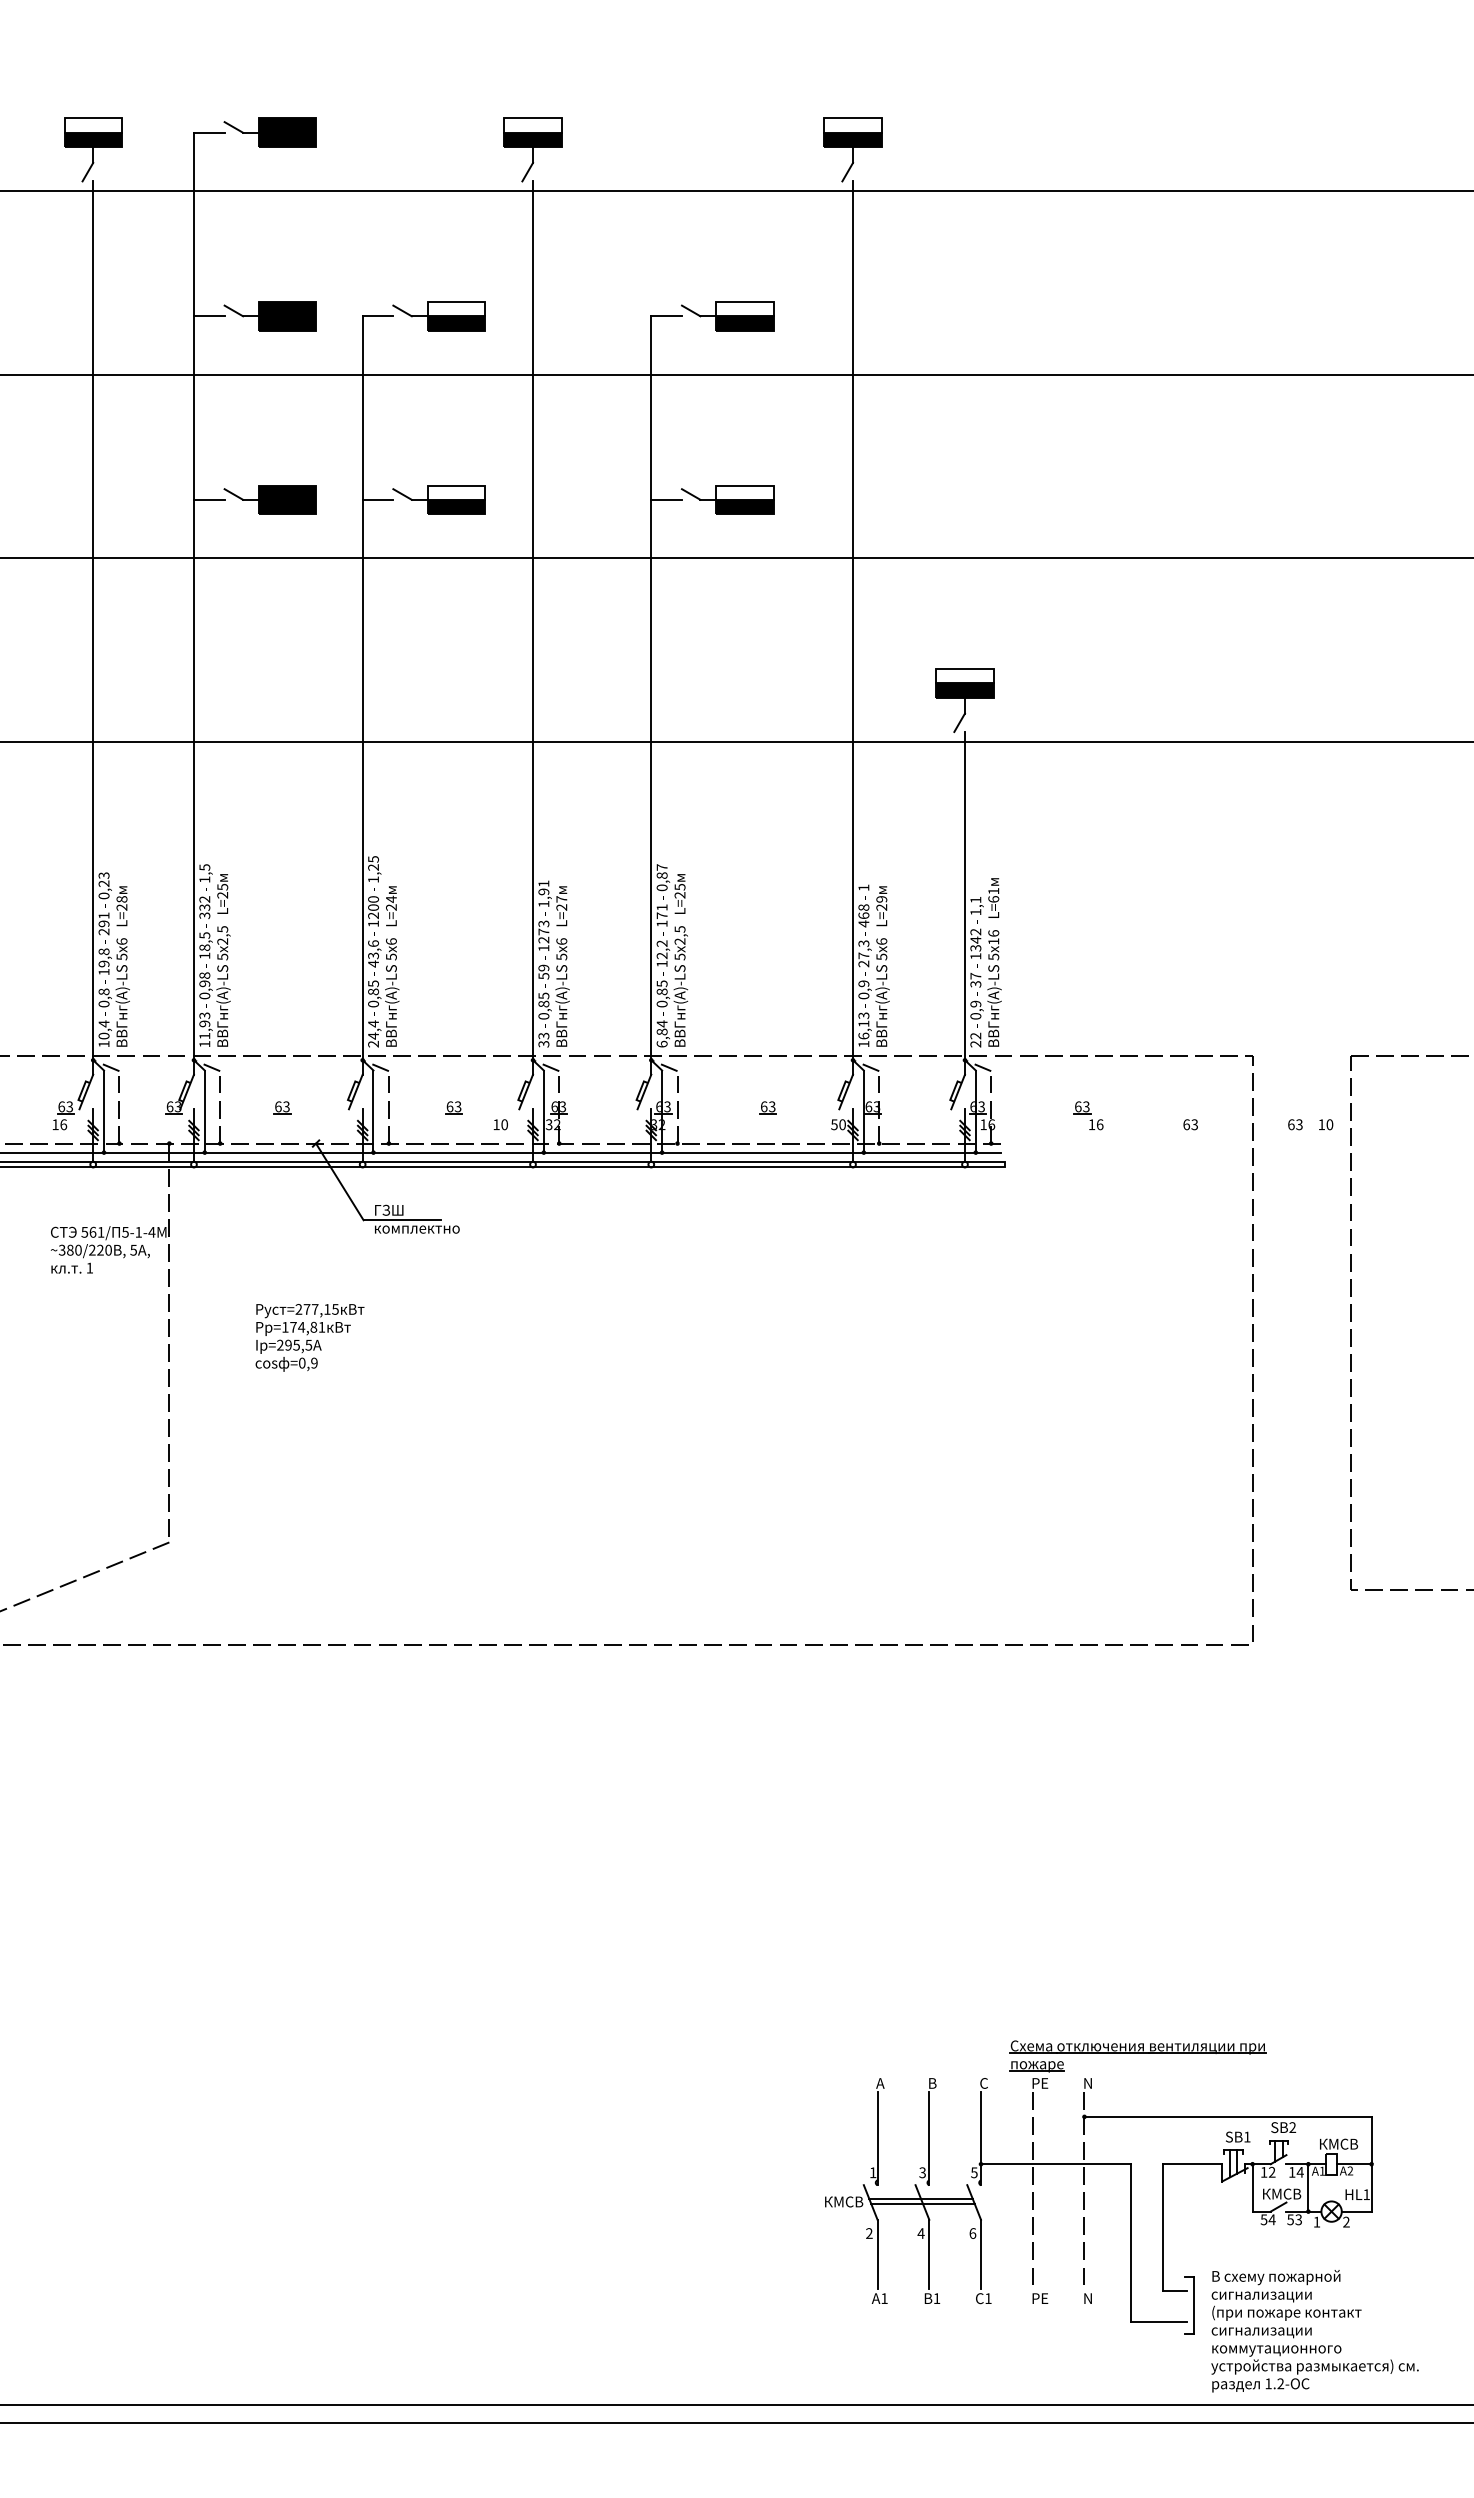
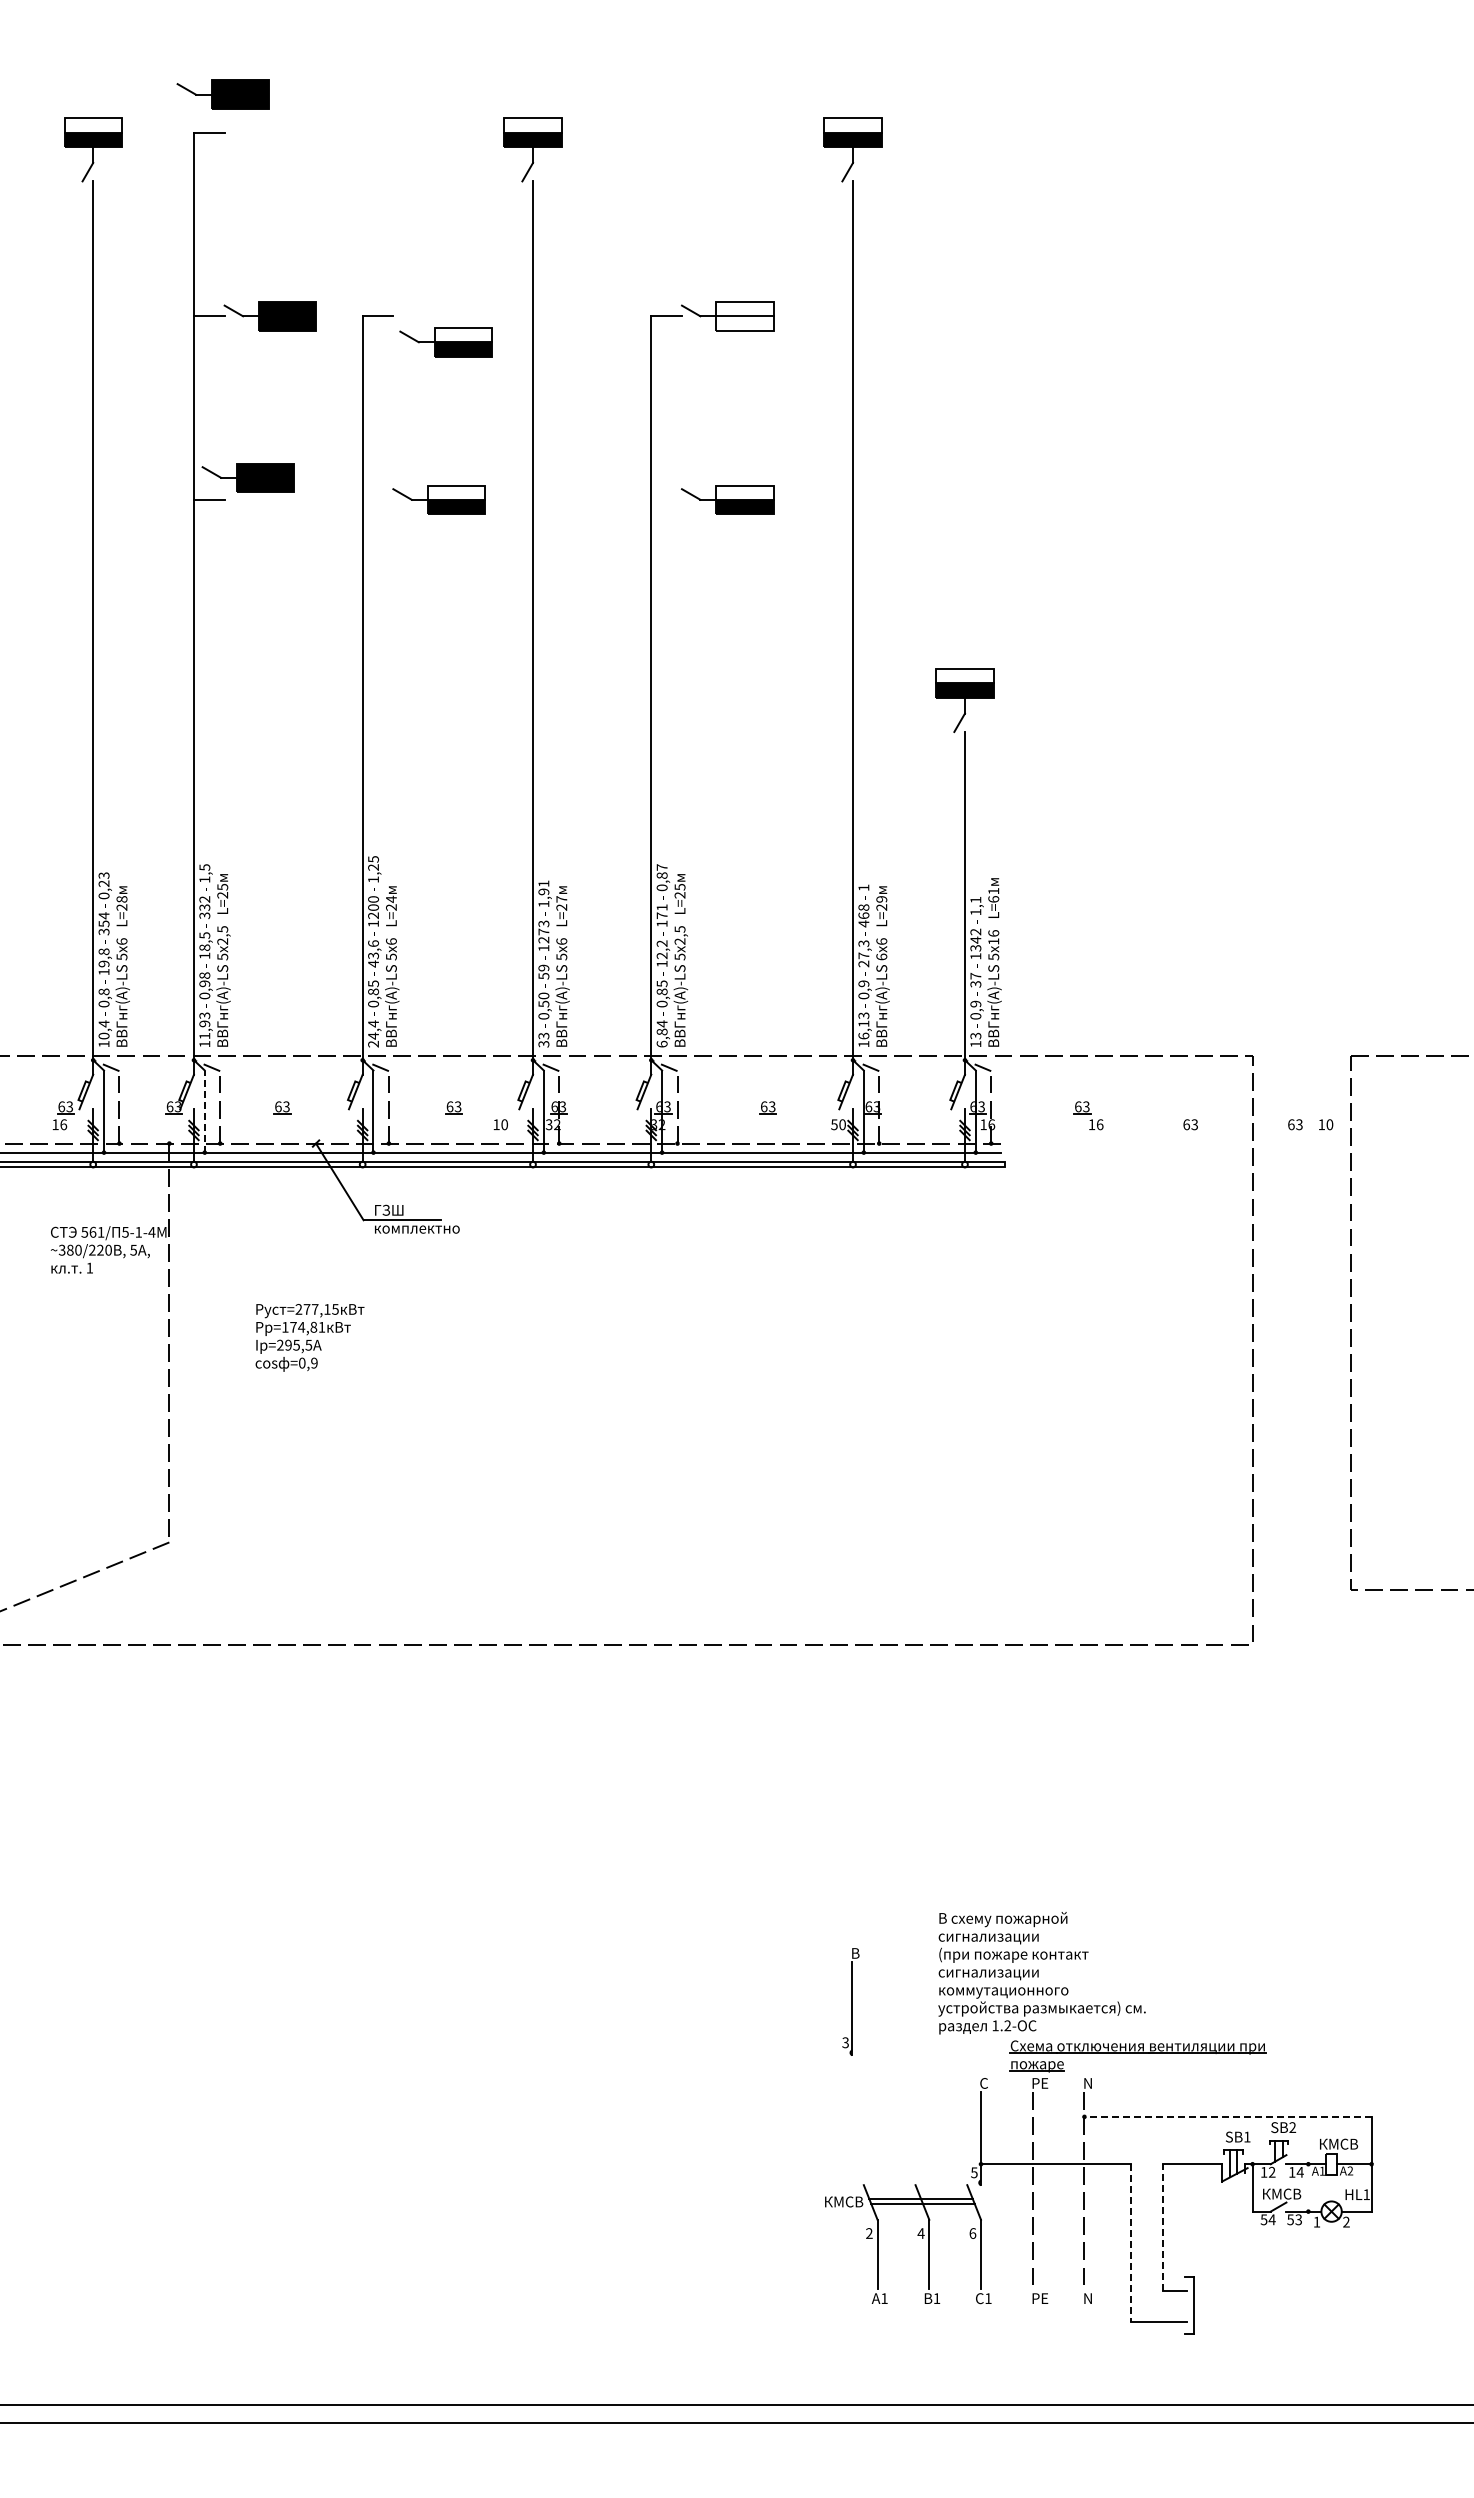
part at (269, 132) position: (269, 132) -> (222, 94)
line at (736, 191): present -> none
part at (438, 316) position: (438, 316) -> (445, 342)
fill at (744, 323): present -> none
line at (736, 374): present -> none
part at (269, 499) position: (269, 499) -> (247, 477)
line at (377, 499): present -> none
line at (666, 499): present -> none
line at (736, 558): present -> none
line at (736, 741): present -> none
text at (103, 923): 291 -> 354
text at (881, 956): 5 -> 6
text at (543, 999): 0,85 -> 0,50
text at (975, 1039): 22 -> 13
line at (204, 1111): solid -> dashed
line at (1228, 2116): solid -> dashed
part at (877, 2131): present -> none
part at (927, 2131) position: (927, 2131) -> (850, 2001)
line at (1308, 2187): present -> none
line at (1162, 2227): solid -> dashed
line at (1131, 2243): solid -> dashed
text at (1314, 2331) position: (1314, 2331) -> (1041, 1973)
